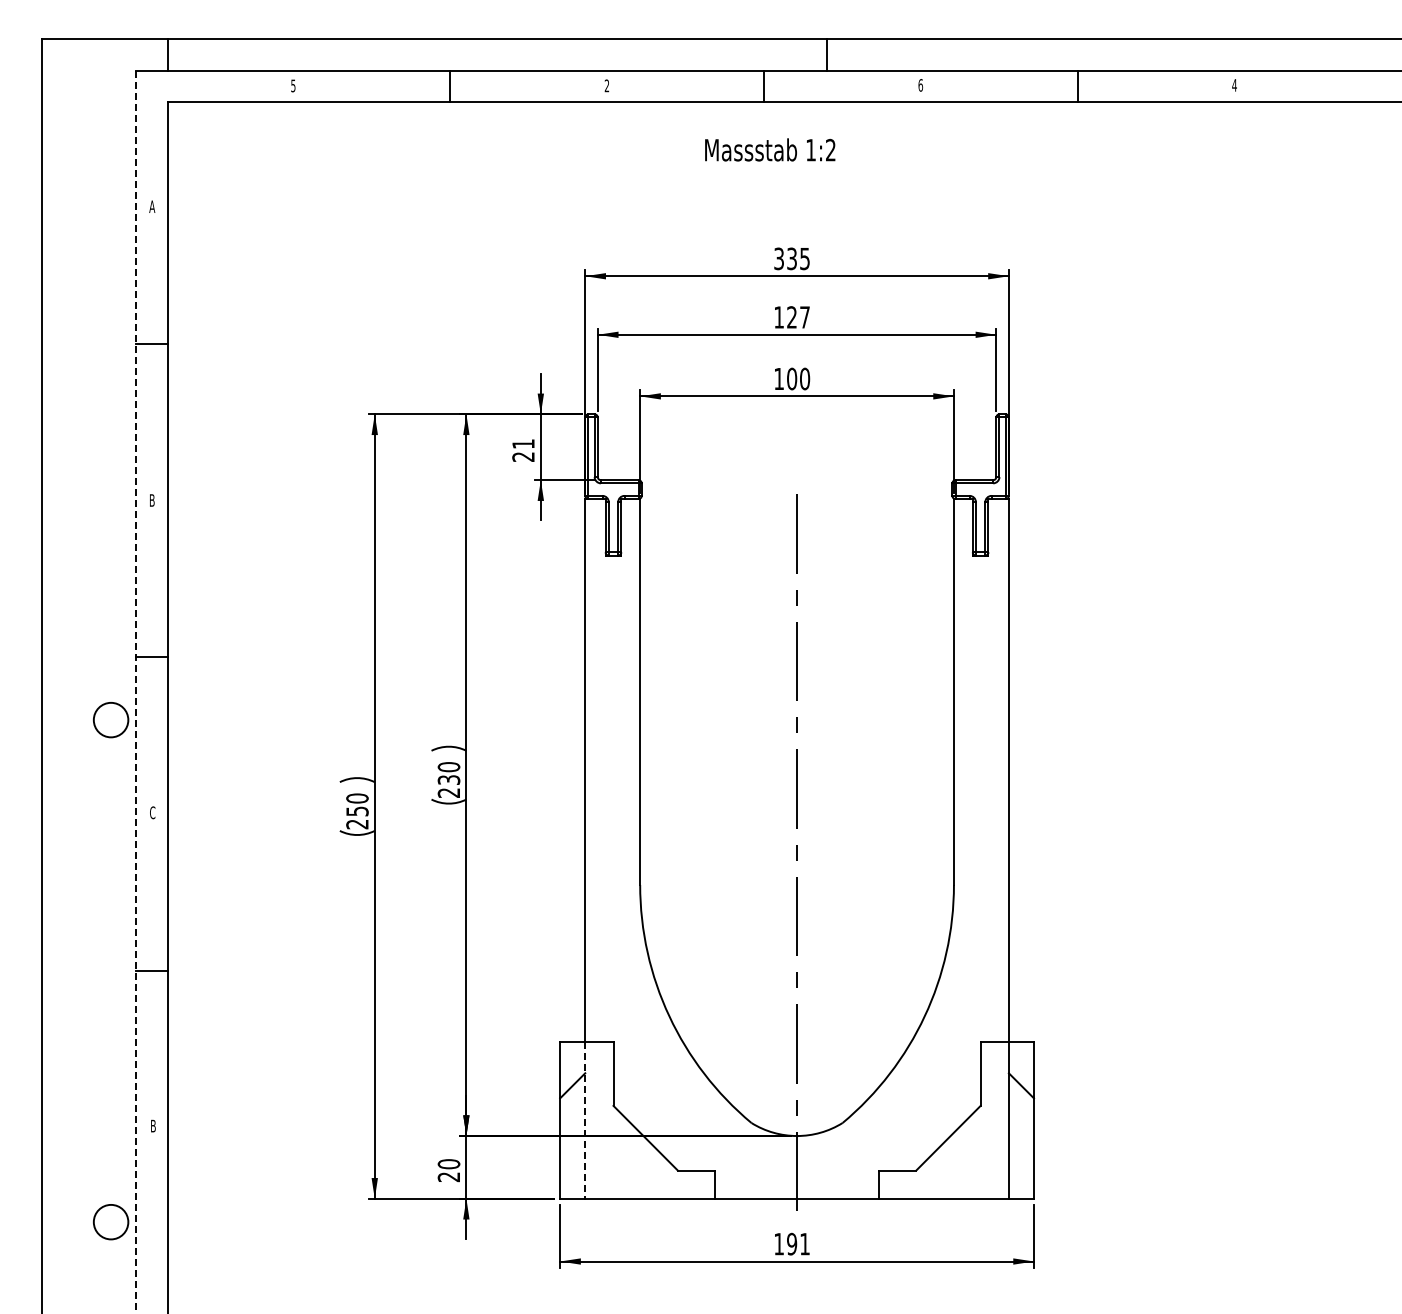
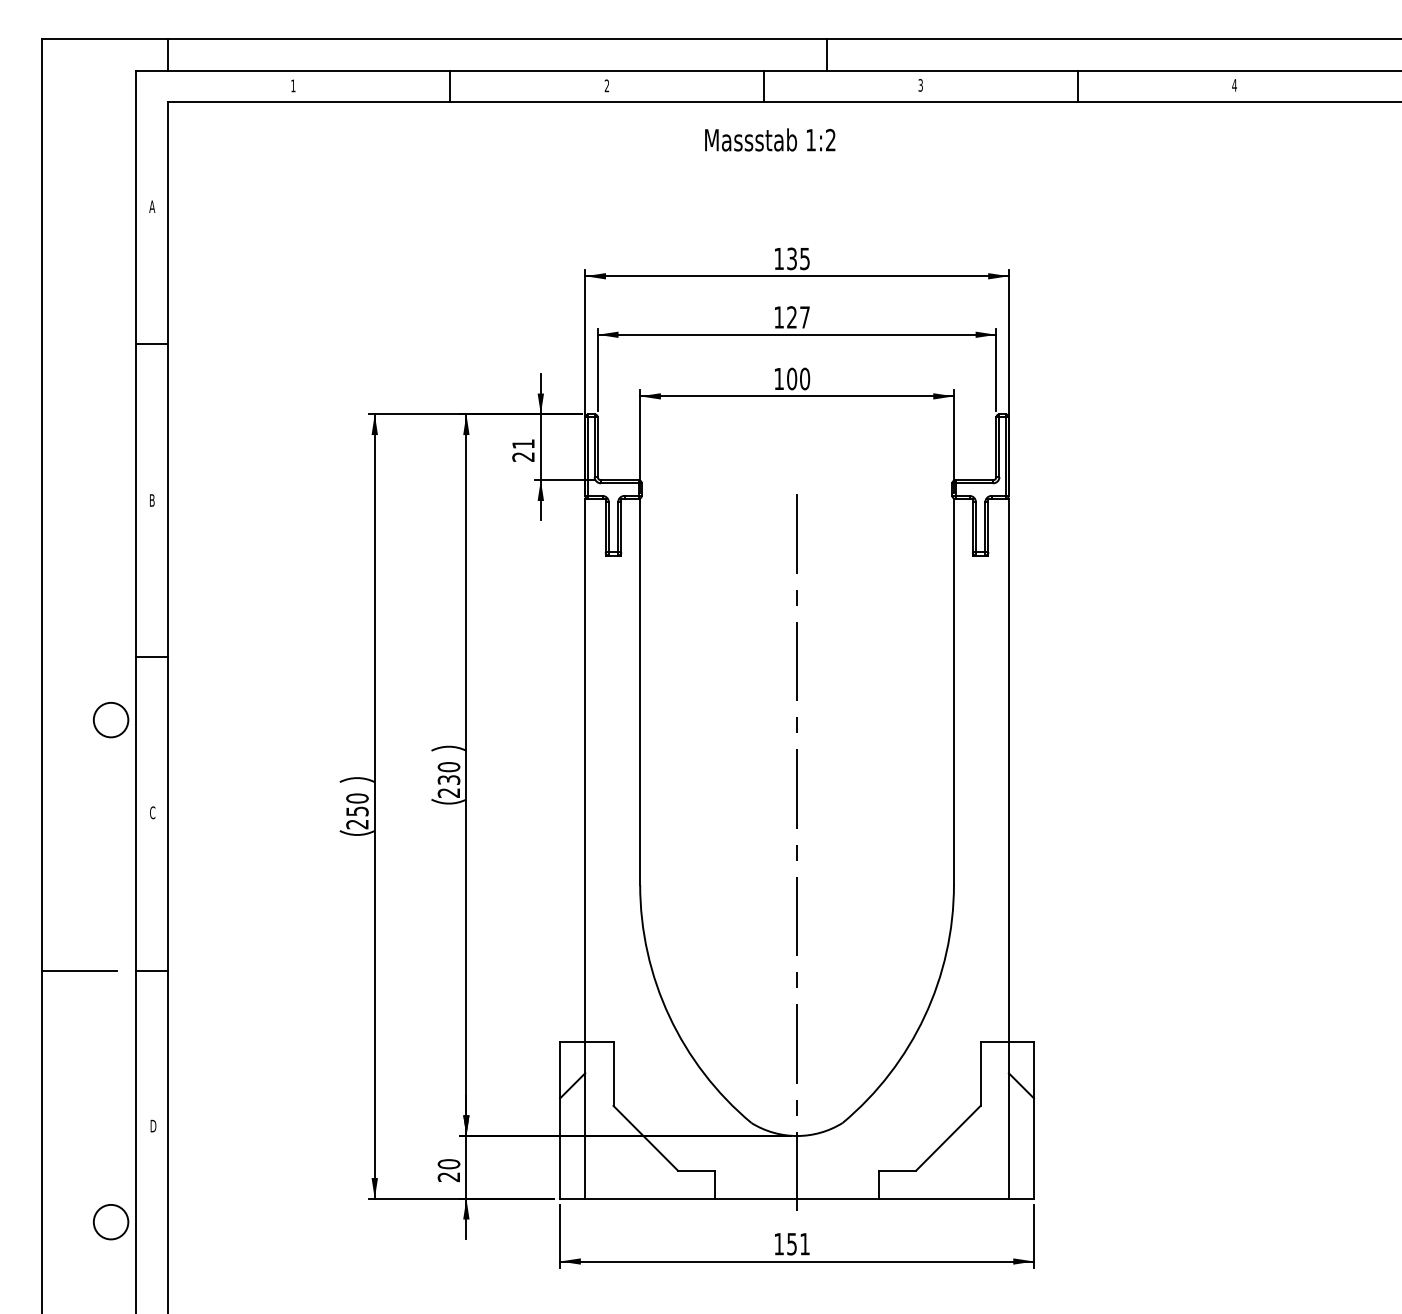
text at (293, 85): 5 -> 1
text at (920, 85): 6 -> 3
text at (770, 149) position: (770, 149) -> (770, 139)
text at (778, 258): 335 -> 135
line at (136, 692): dashed -> solid
line at (79, 971): none -> present
line at (585, 1120): dashed -> solid
text at (153, 1126): B -> D
text at (792, 1243): 191 -> 151
